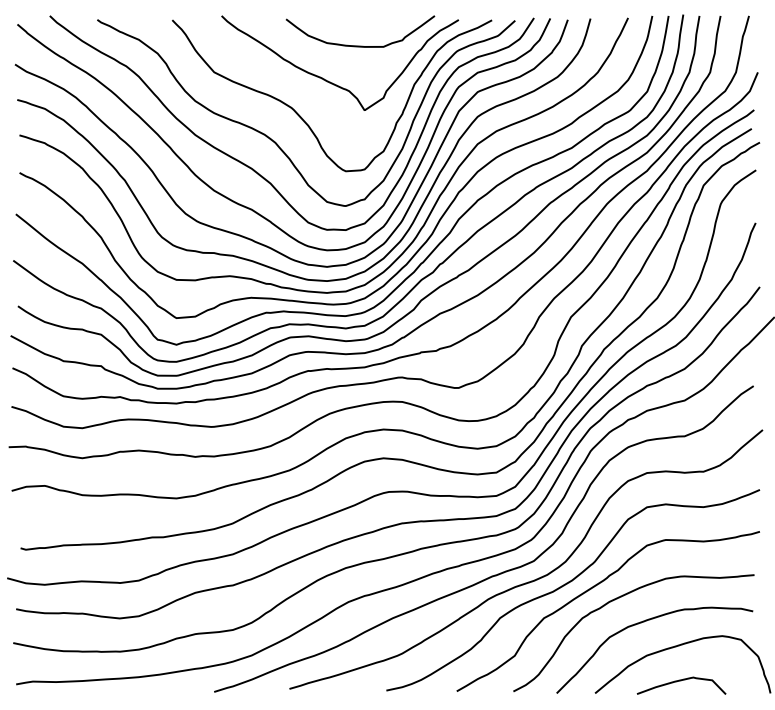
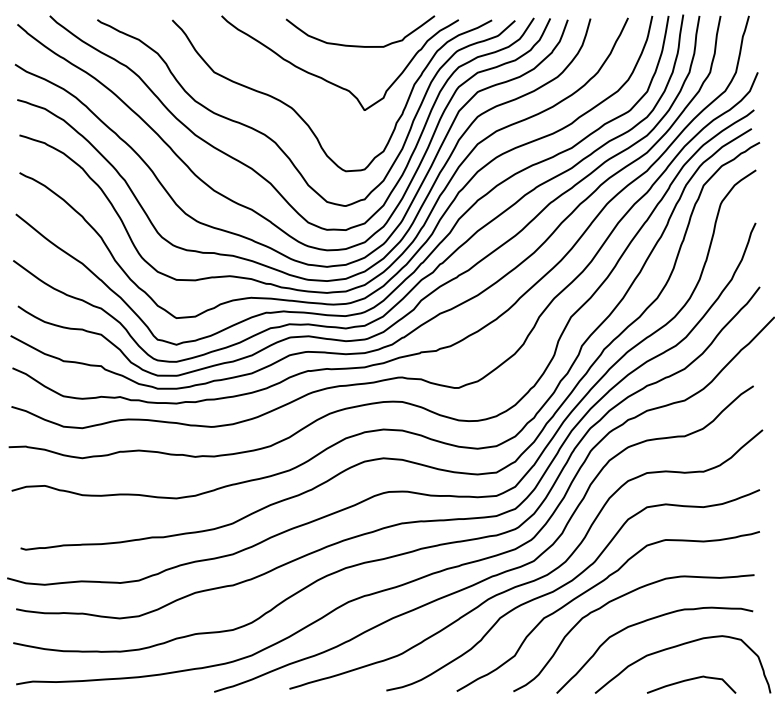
curve at (681, 681) position: (681, 681) -> (691, 680)
